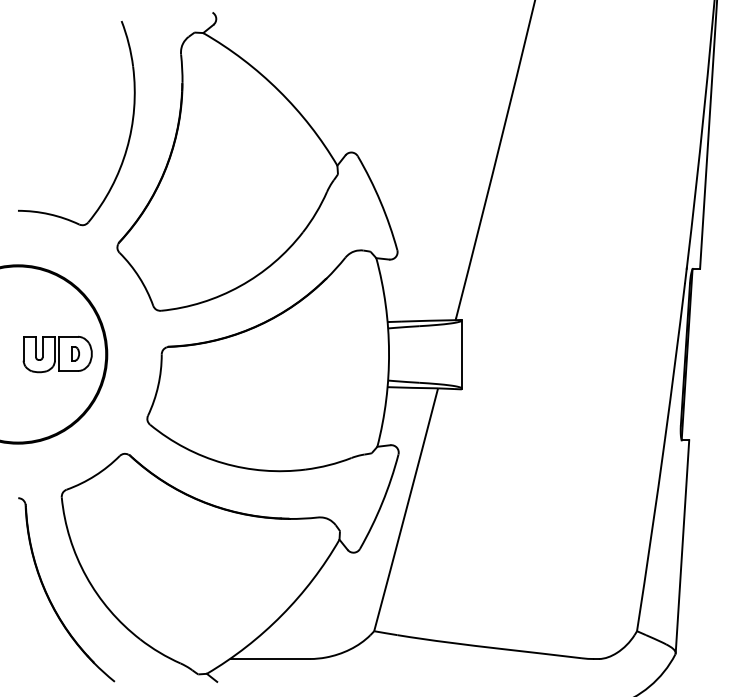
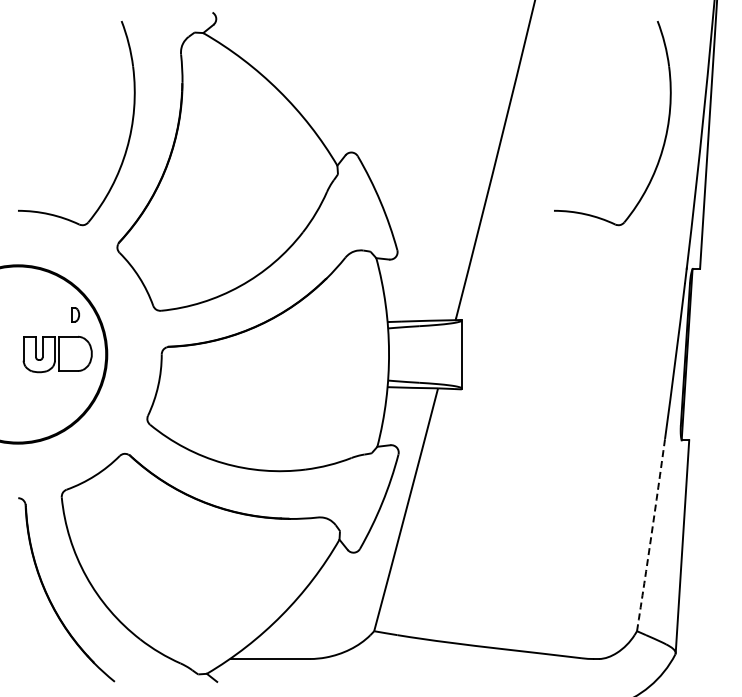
part at (664, 137): none -> present
part at (75, 353) position: (75, 353) -> (75, 314)
arc at (651, 535): solid -> dashed
